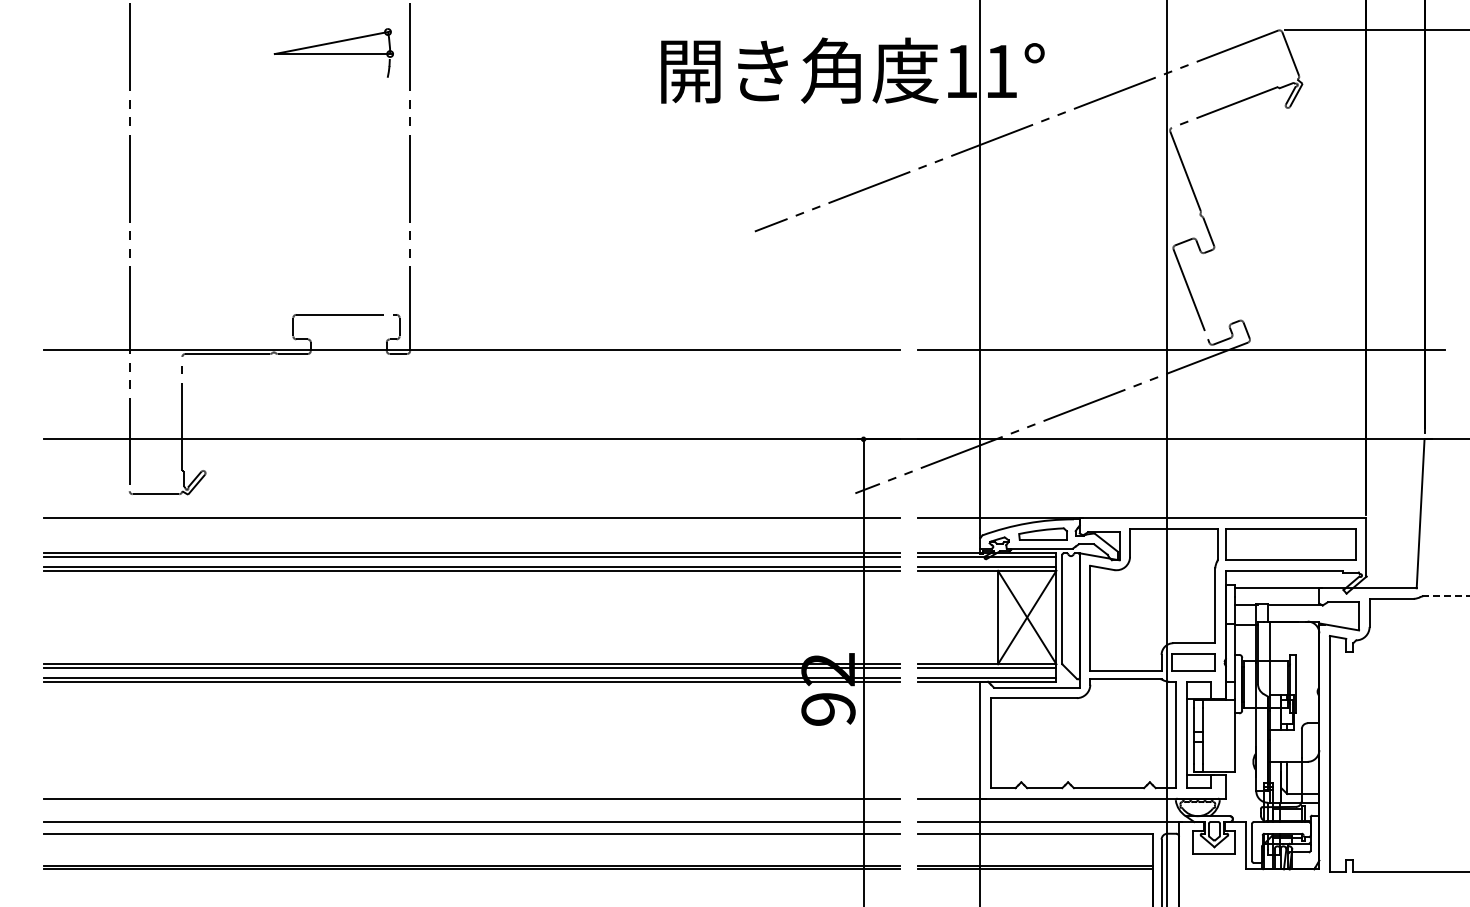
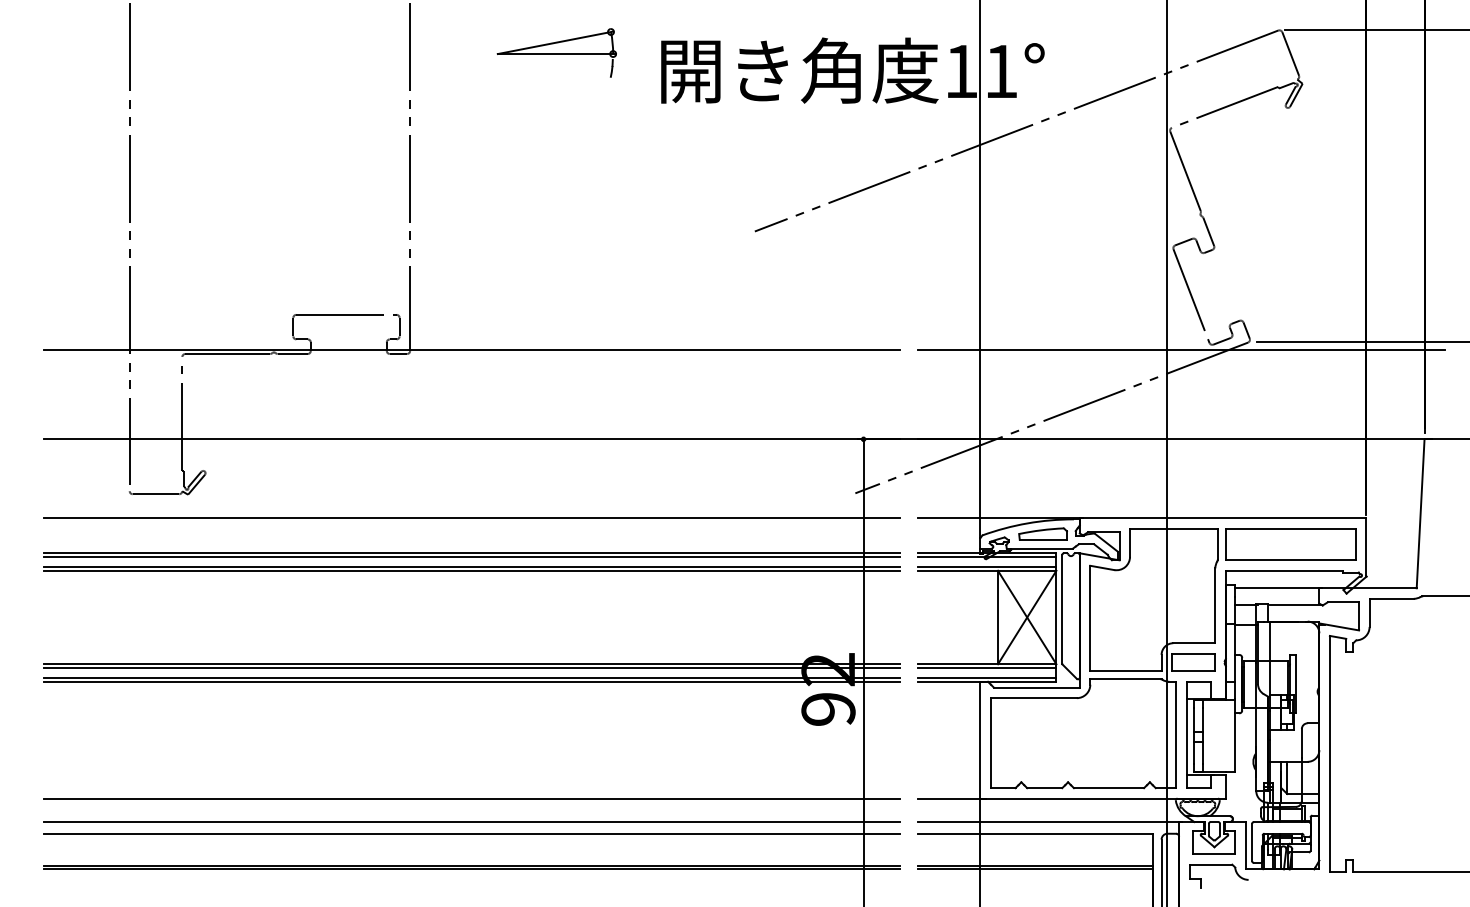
part at (333, 52) position: (333, 52) -> (556, 52)
line at (1361, 341): none -> present
line at (1446, 596): dashed -> solid
part at (1218, 865): none -> present
